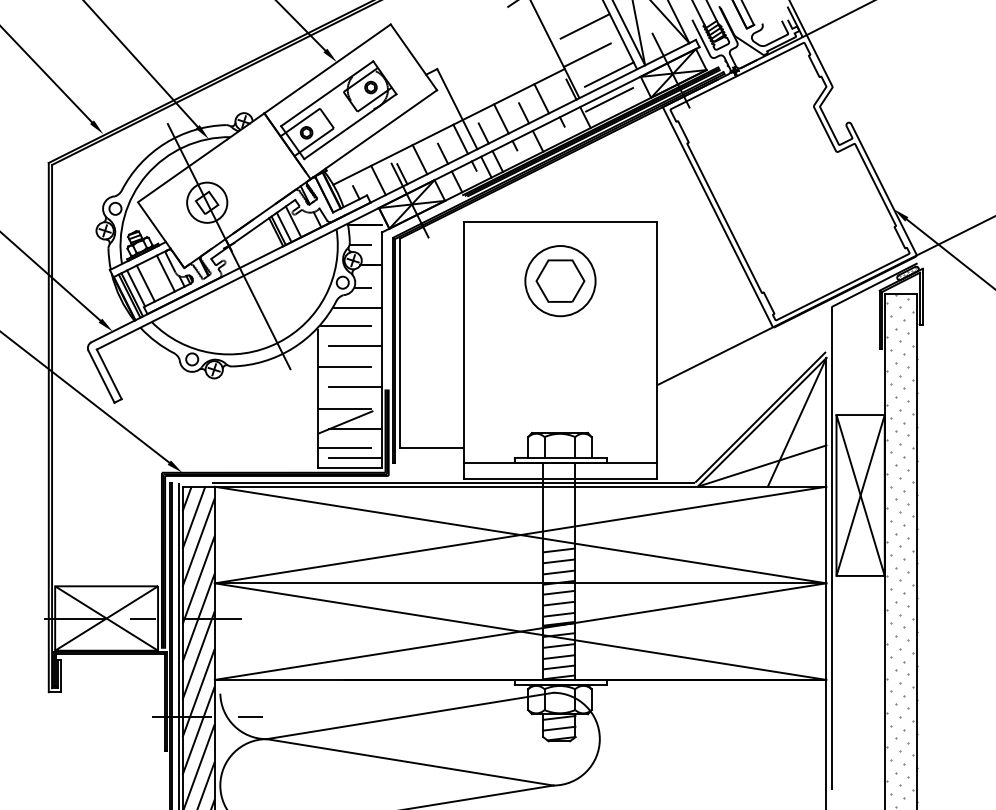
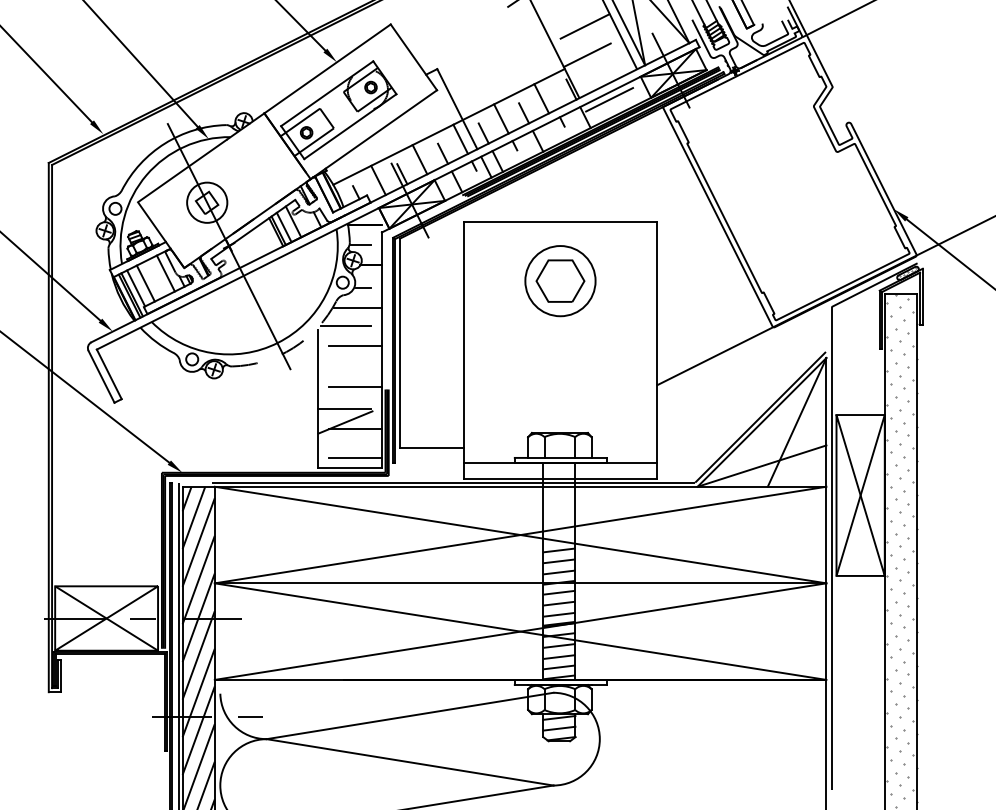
line at (608, 74): present -> none
arc at (293, 348): solid -> dashed
line at (344, 366): present -> none
line at (344, 447): present -> none
